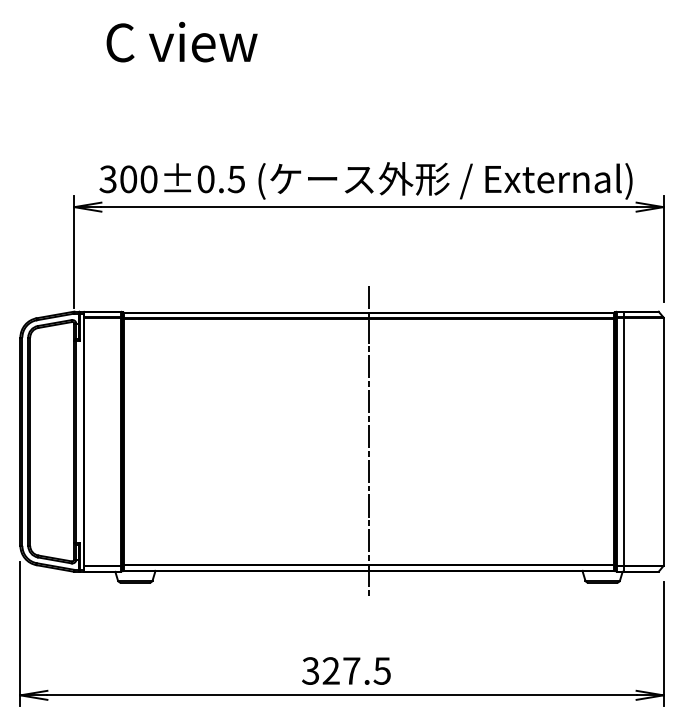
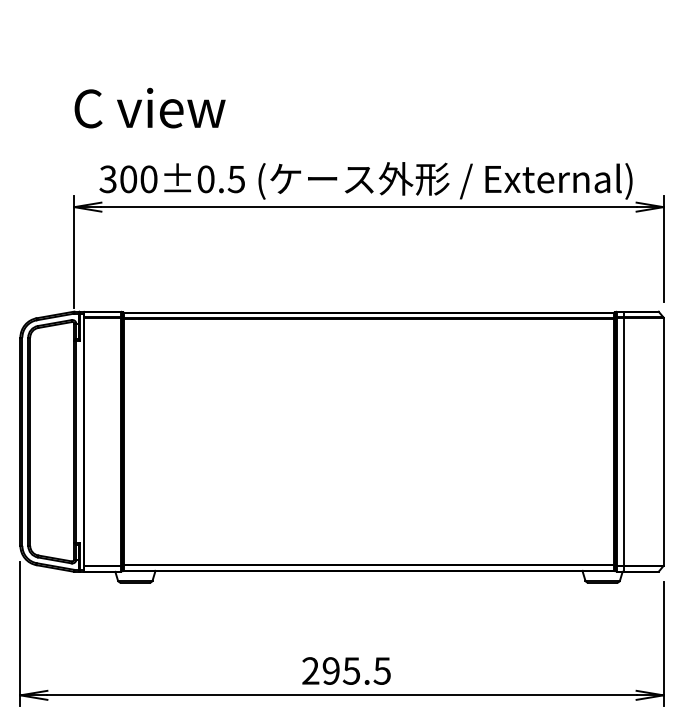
text at (181, 41) position: (181, 41) -> (149, 107)
line at (369, 441): present -> none
text at (331, 670): 327.5 -> 295.5
